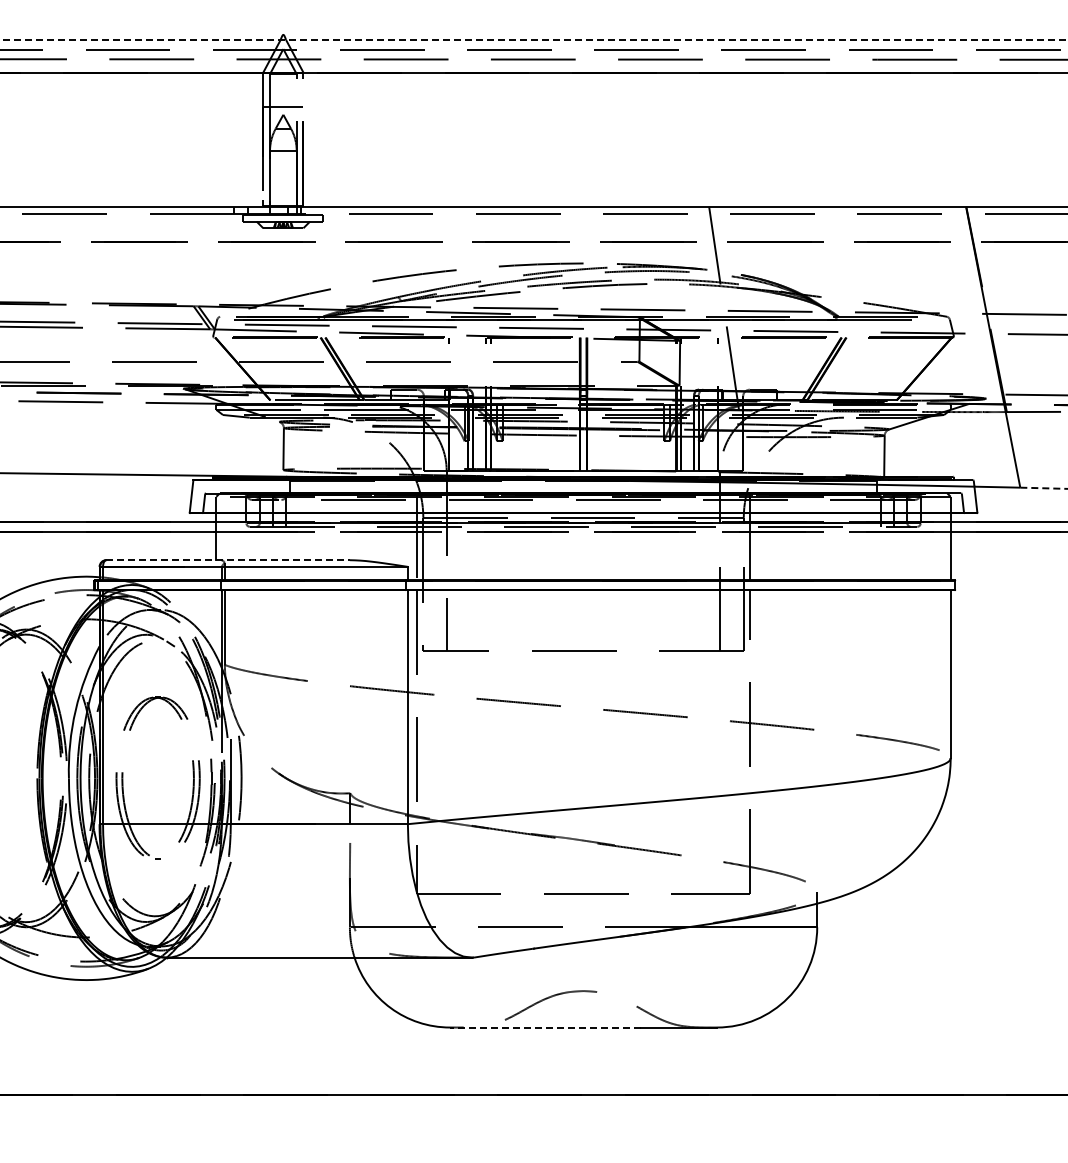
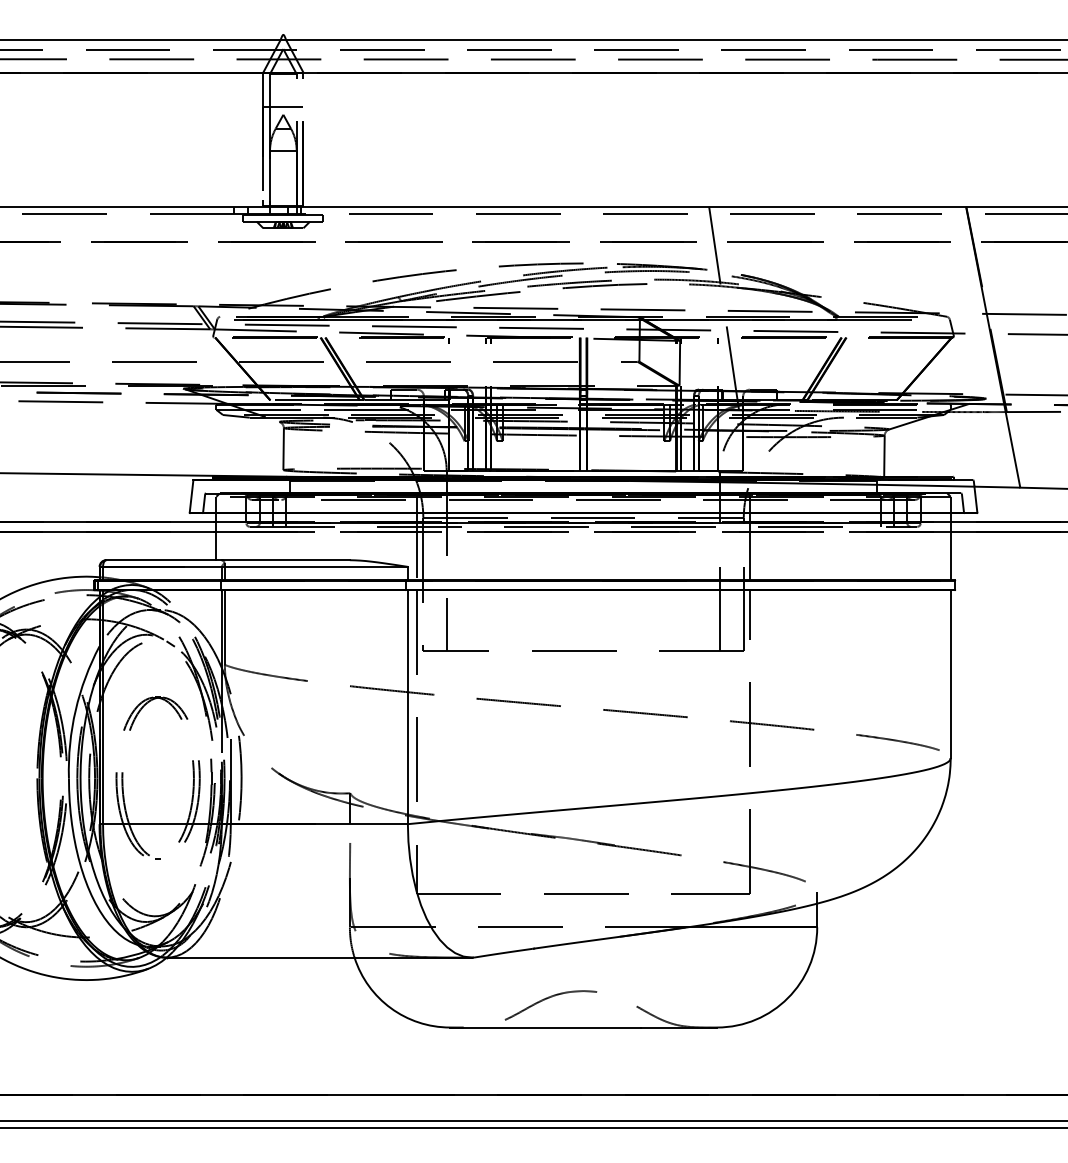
line at (534, 39): dashed -> solid
line at (1044, 488): dashed -> solid
line at (228, 560): dashed -> solid
line at (544, 1027): dashed -> solid
line at (533, 1121): none -> present
line at (533, 1128): none -> present
